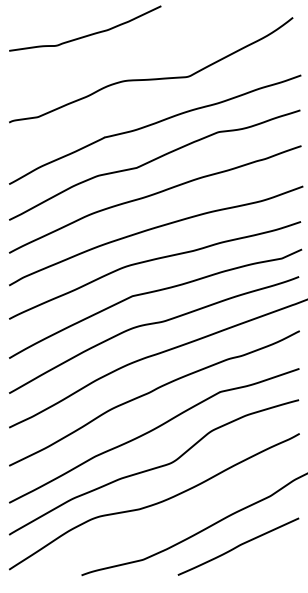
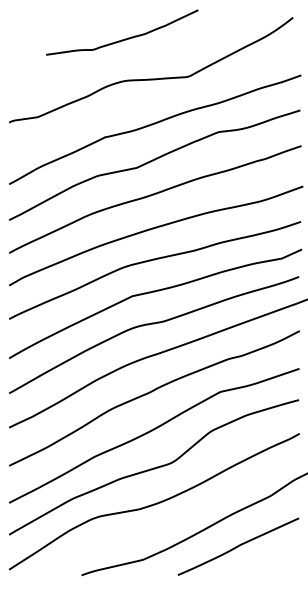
curve at (87, 34) position: (87, 34) -> (124, 38)
